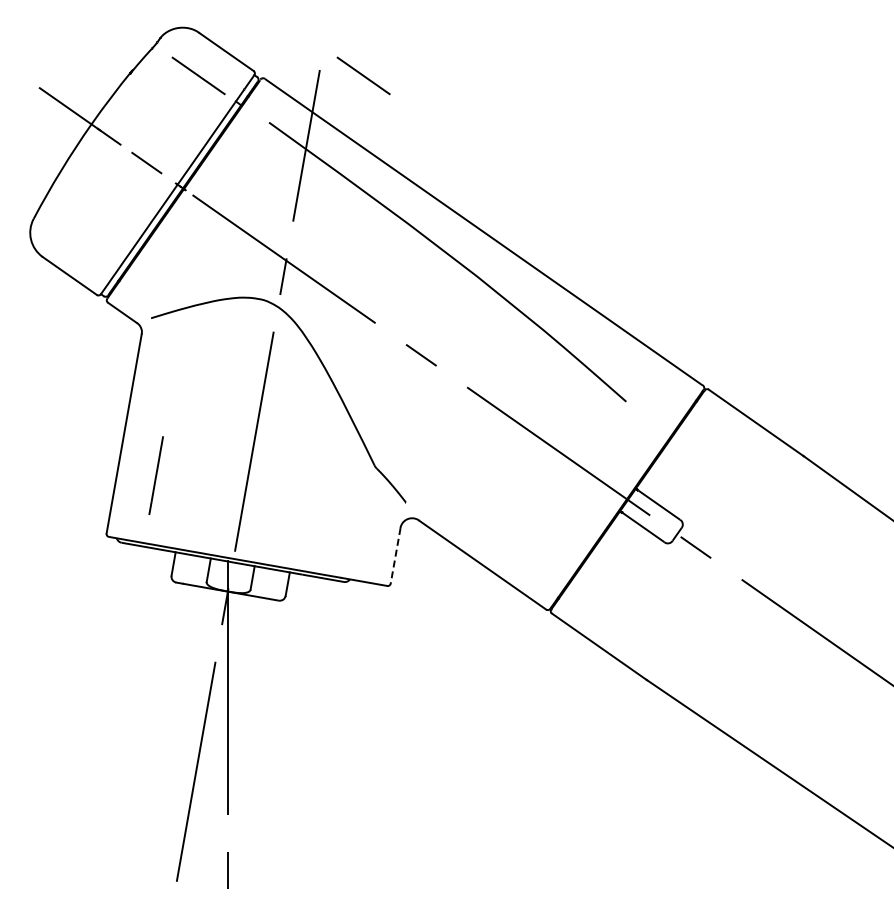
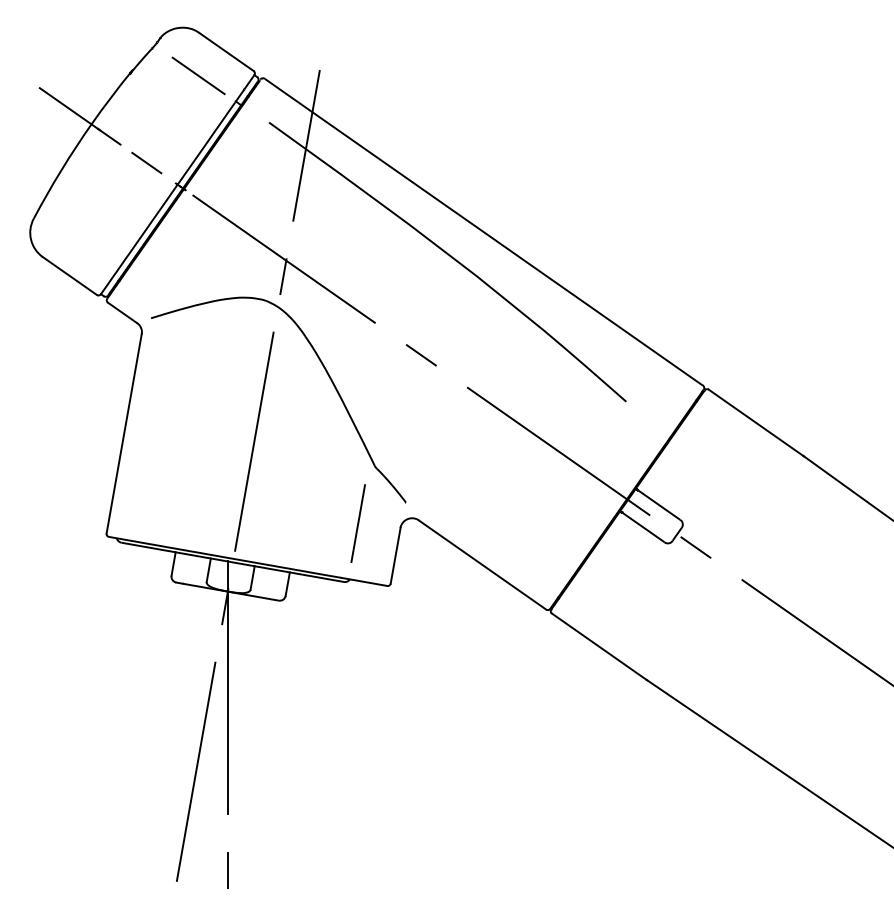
line at (363, 75): present -> none
line at (155, 475) position: (155, 475) -> (357, 523)
line at (395, 556): dashed -> solid
